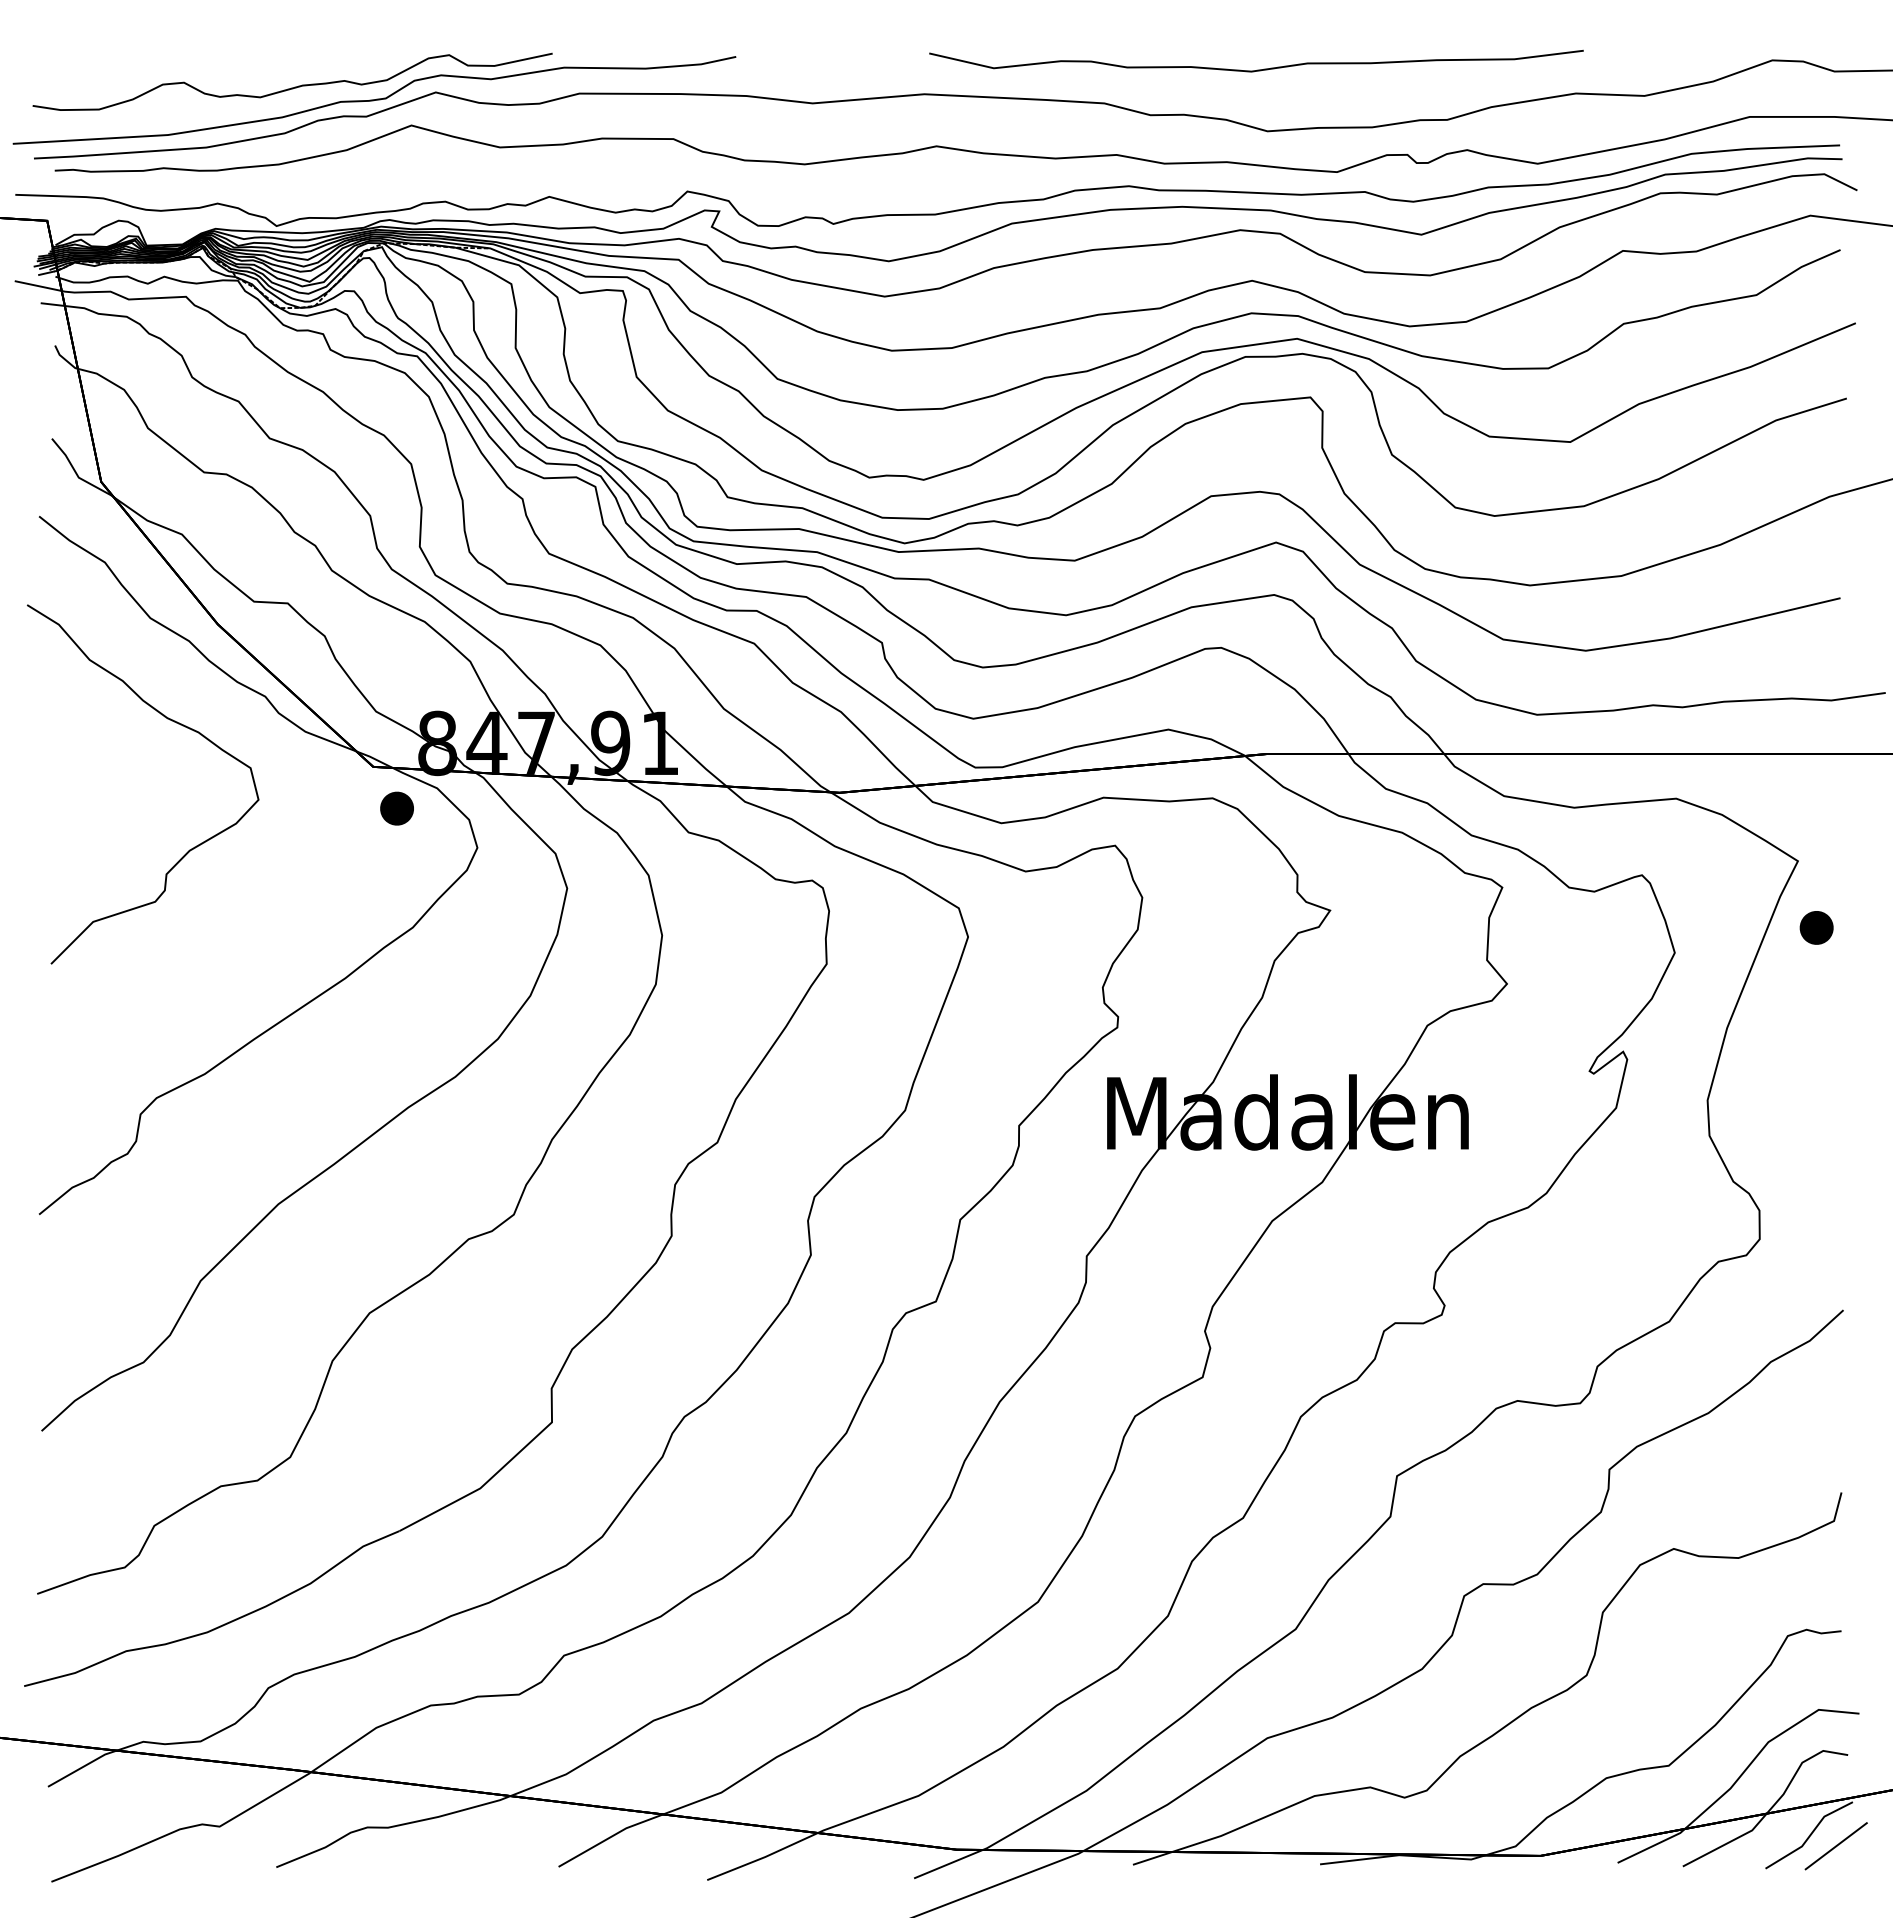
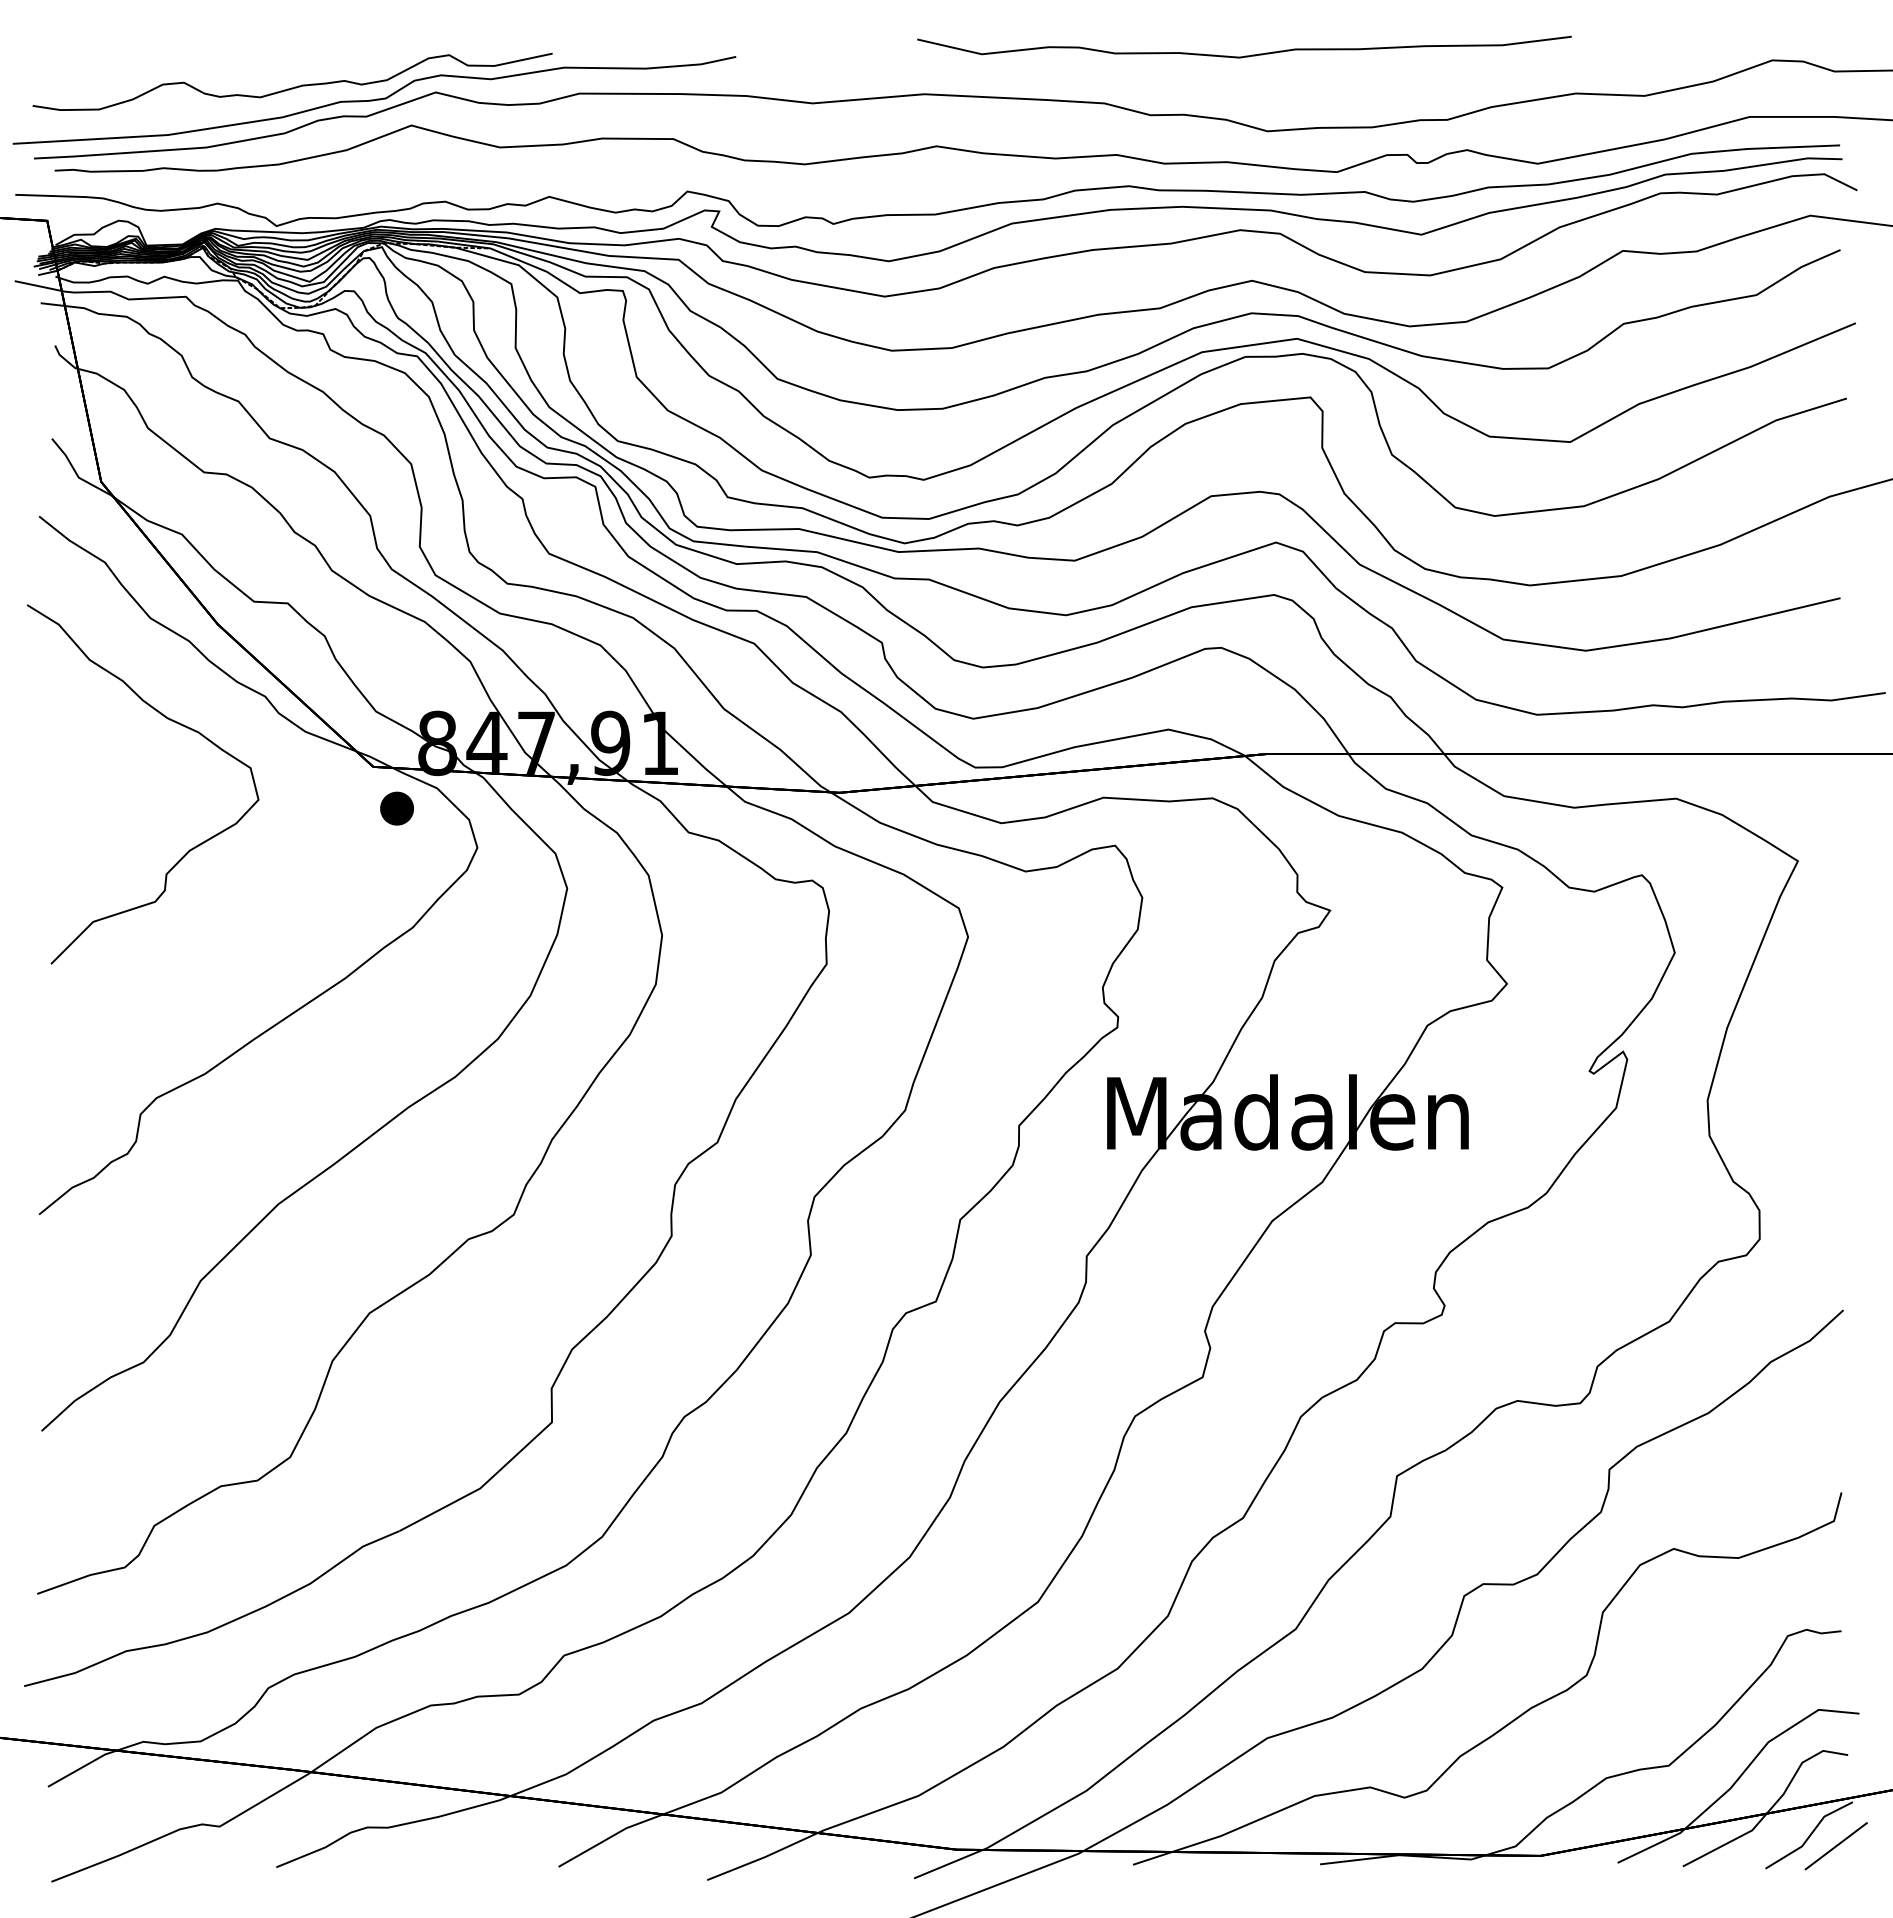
curve at (1257, 69) position: (1257, 69) -> (1245, 55)
part at (1816, 927): present -> none
